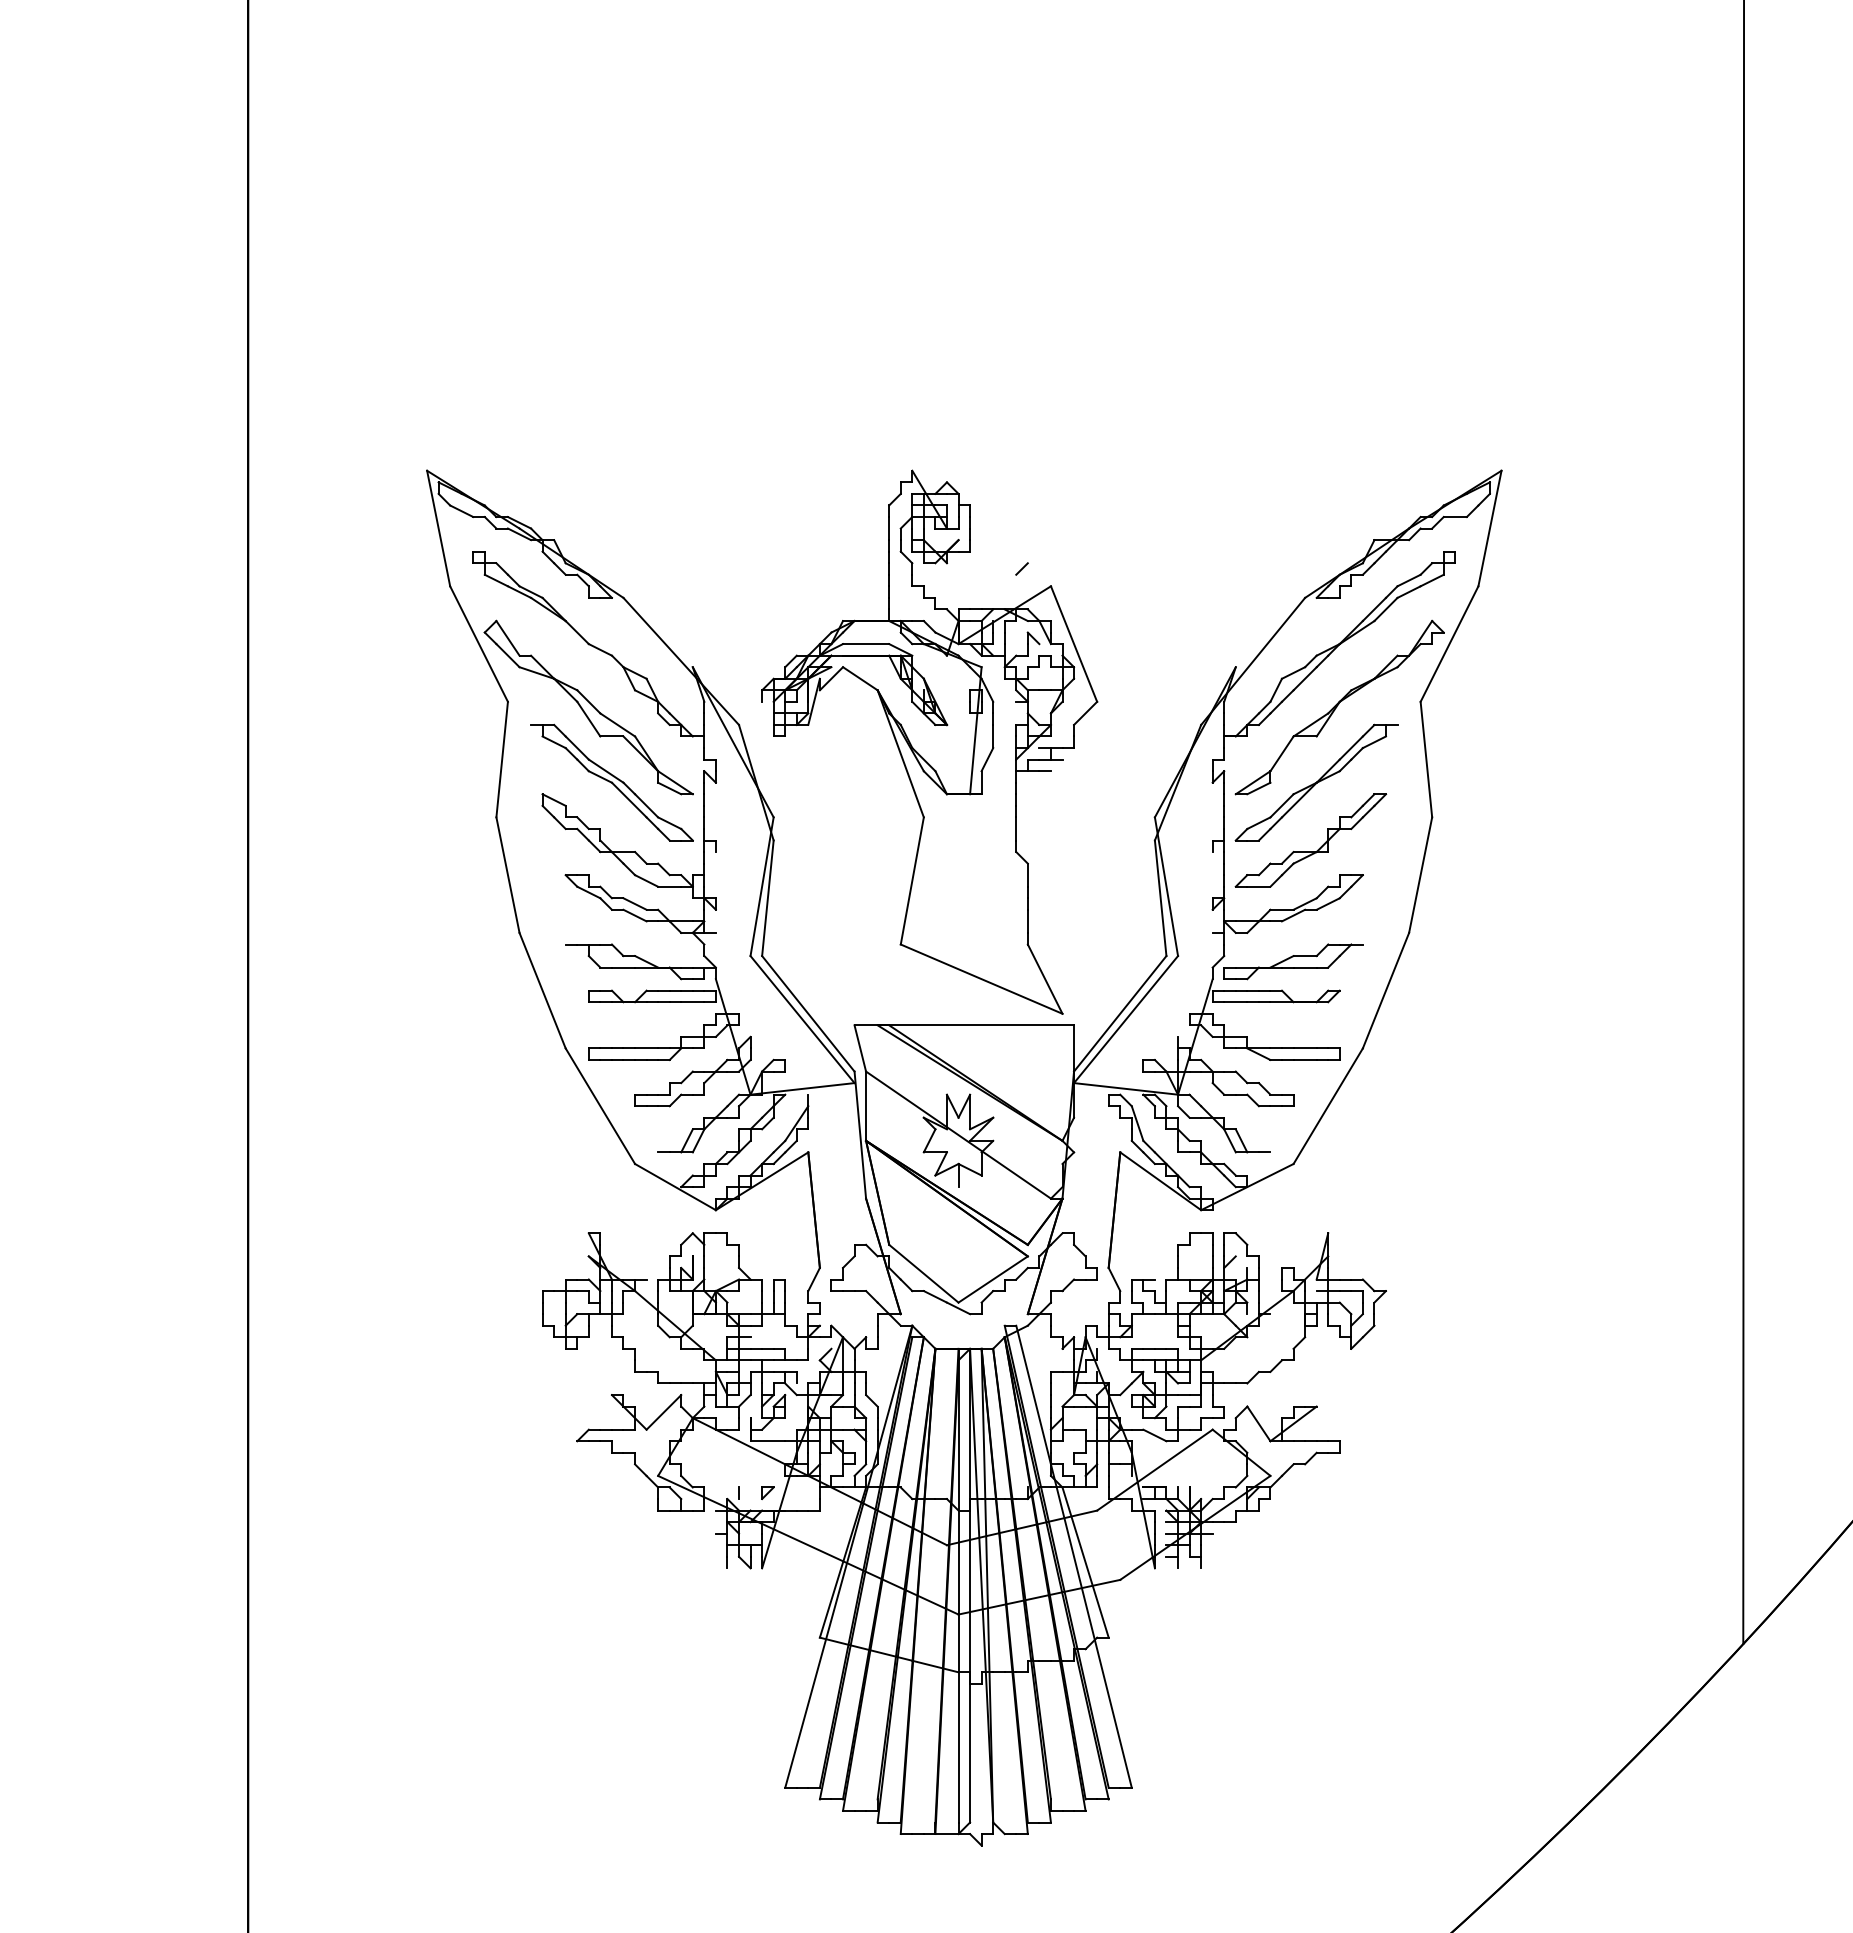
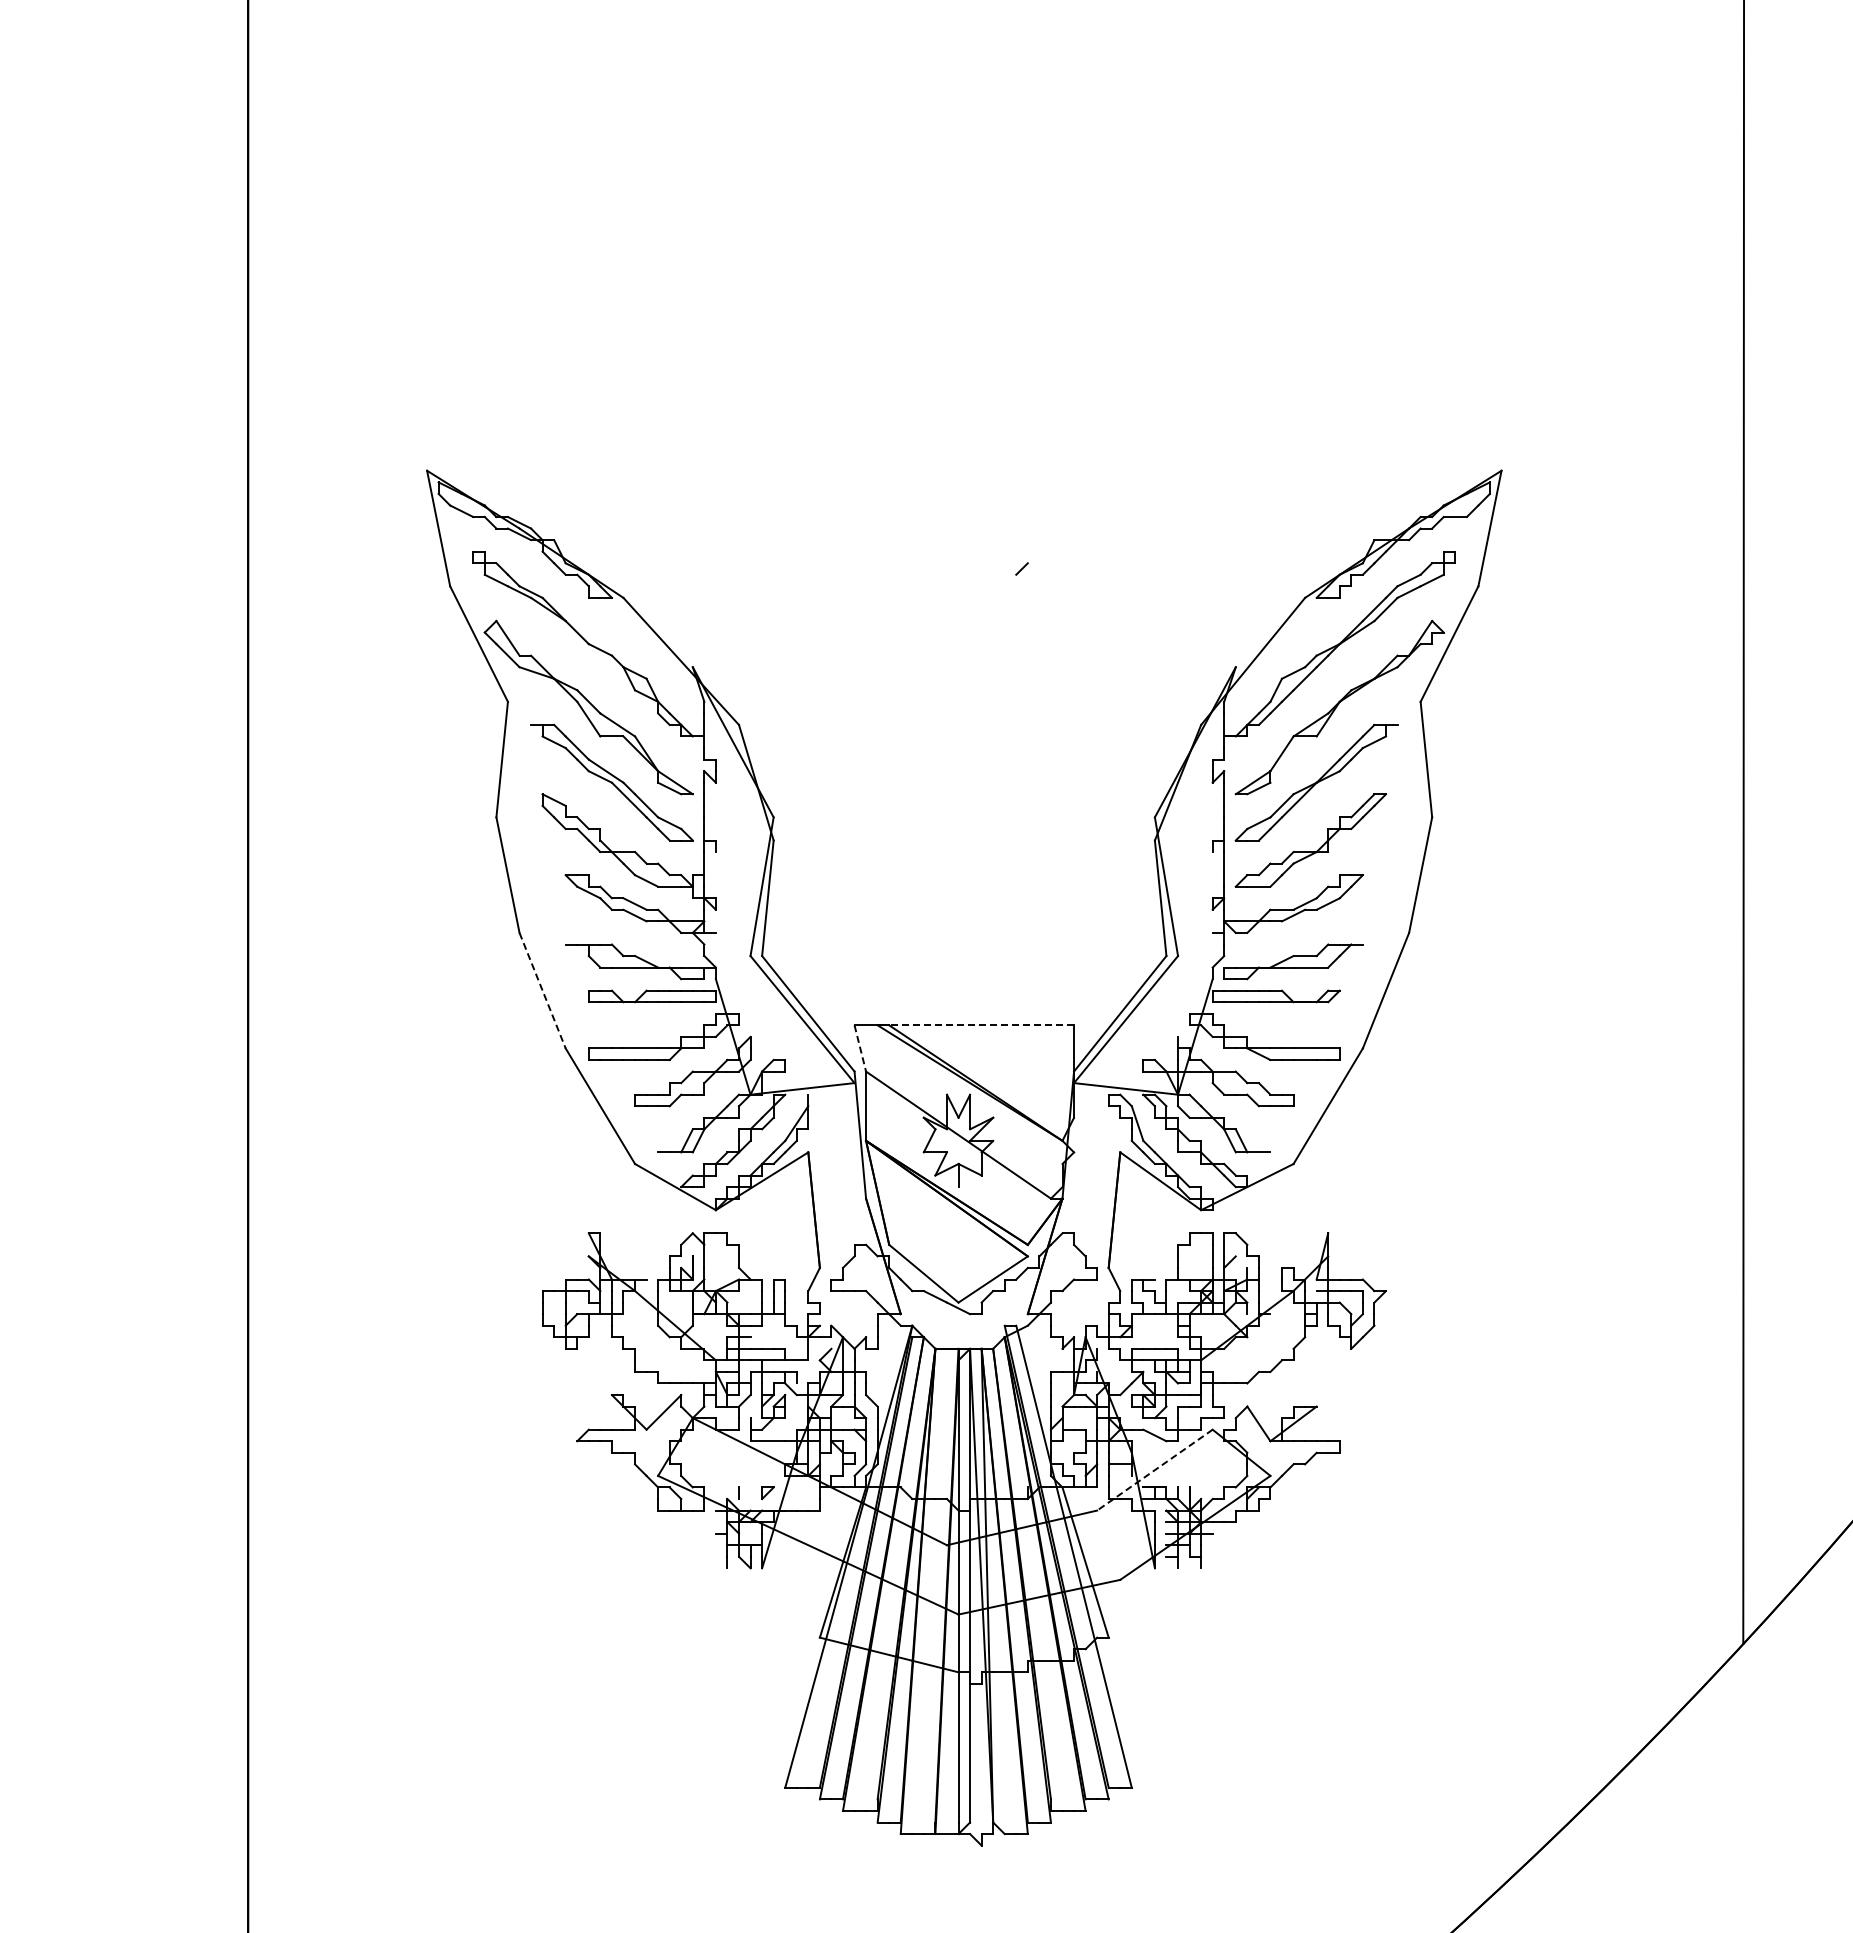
part at (929, 741): present -> none
line at (542, 991): solid -> dashed
line at (981, 1025): solid -> dashed
line at (860, 1048): solid -> dashed
line at (1154, 1470): solid -> dashed
